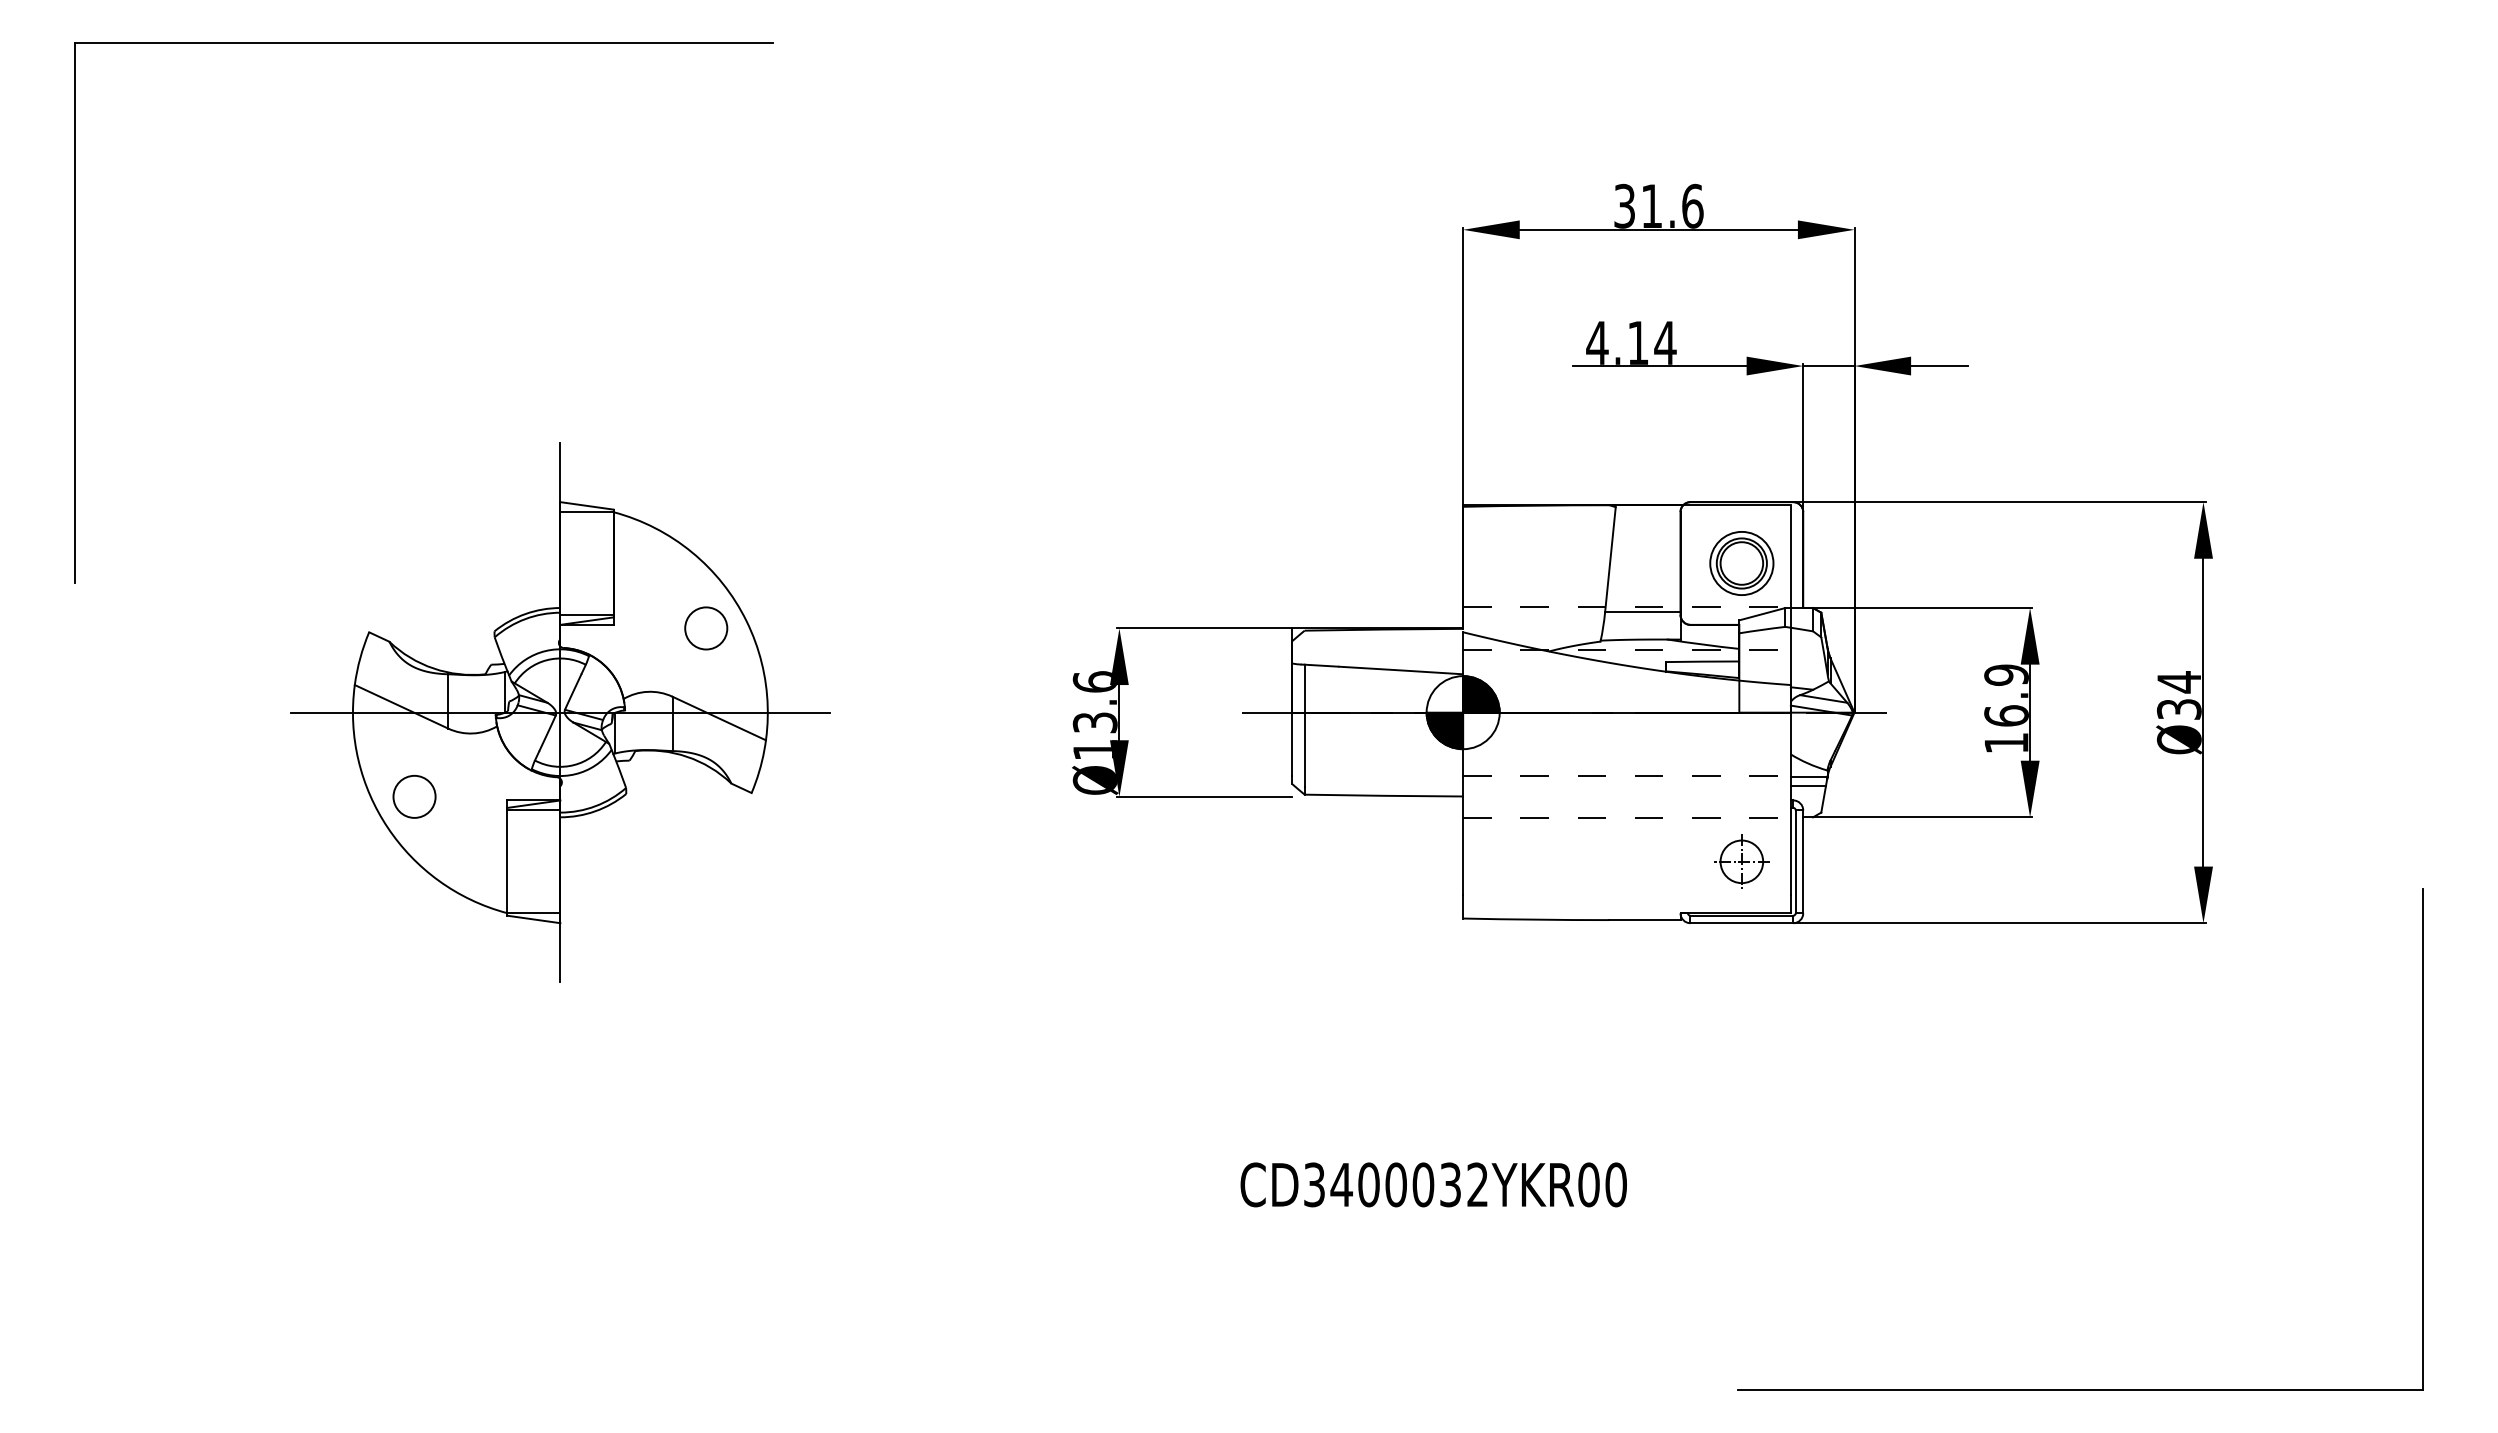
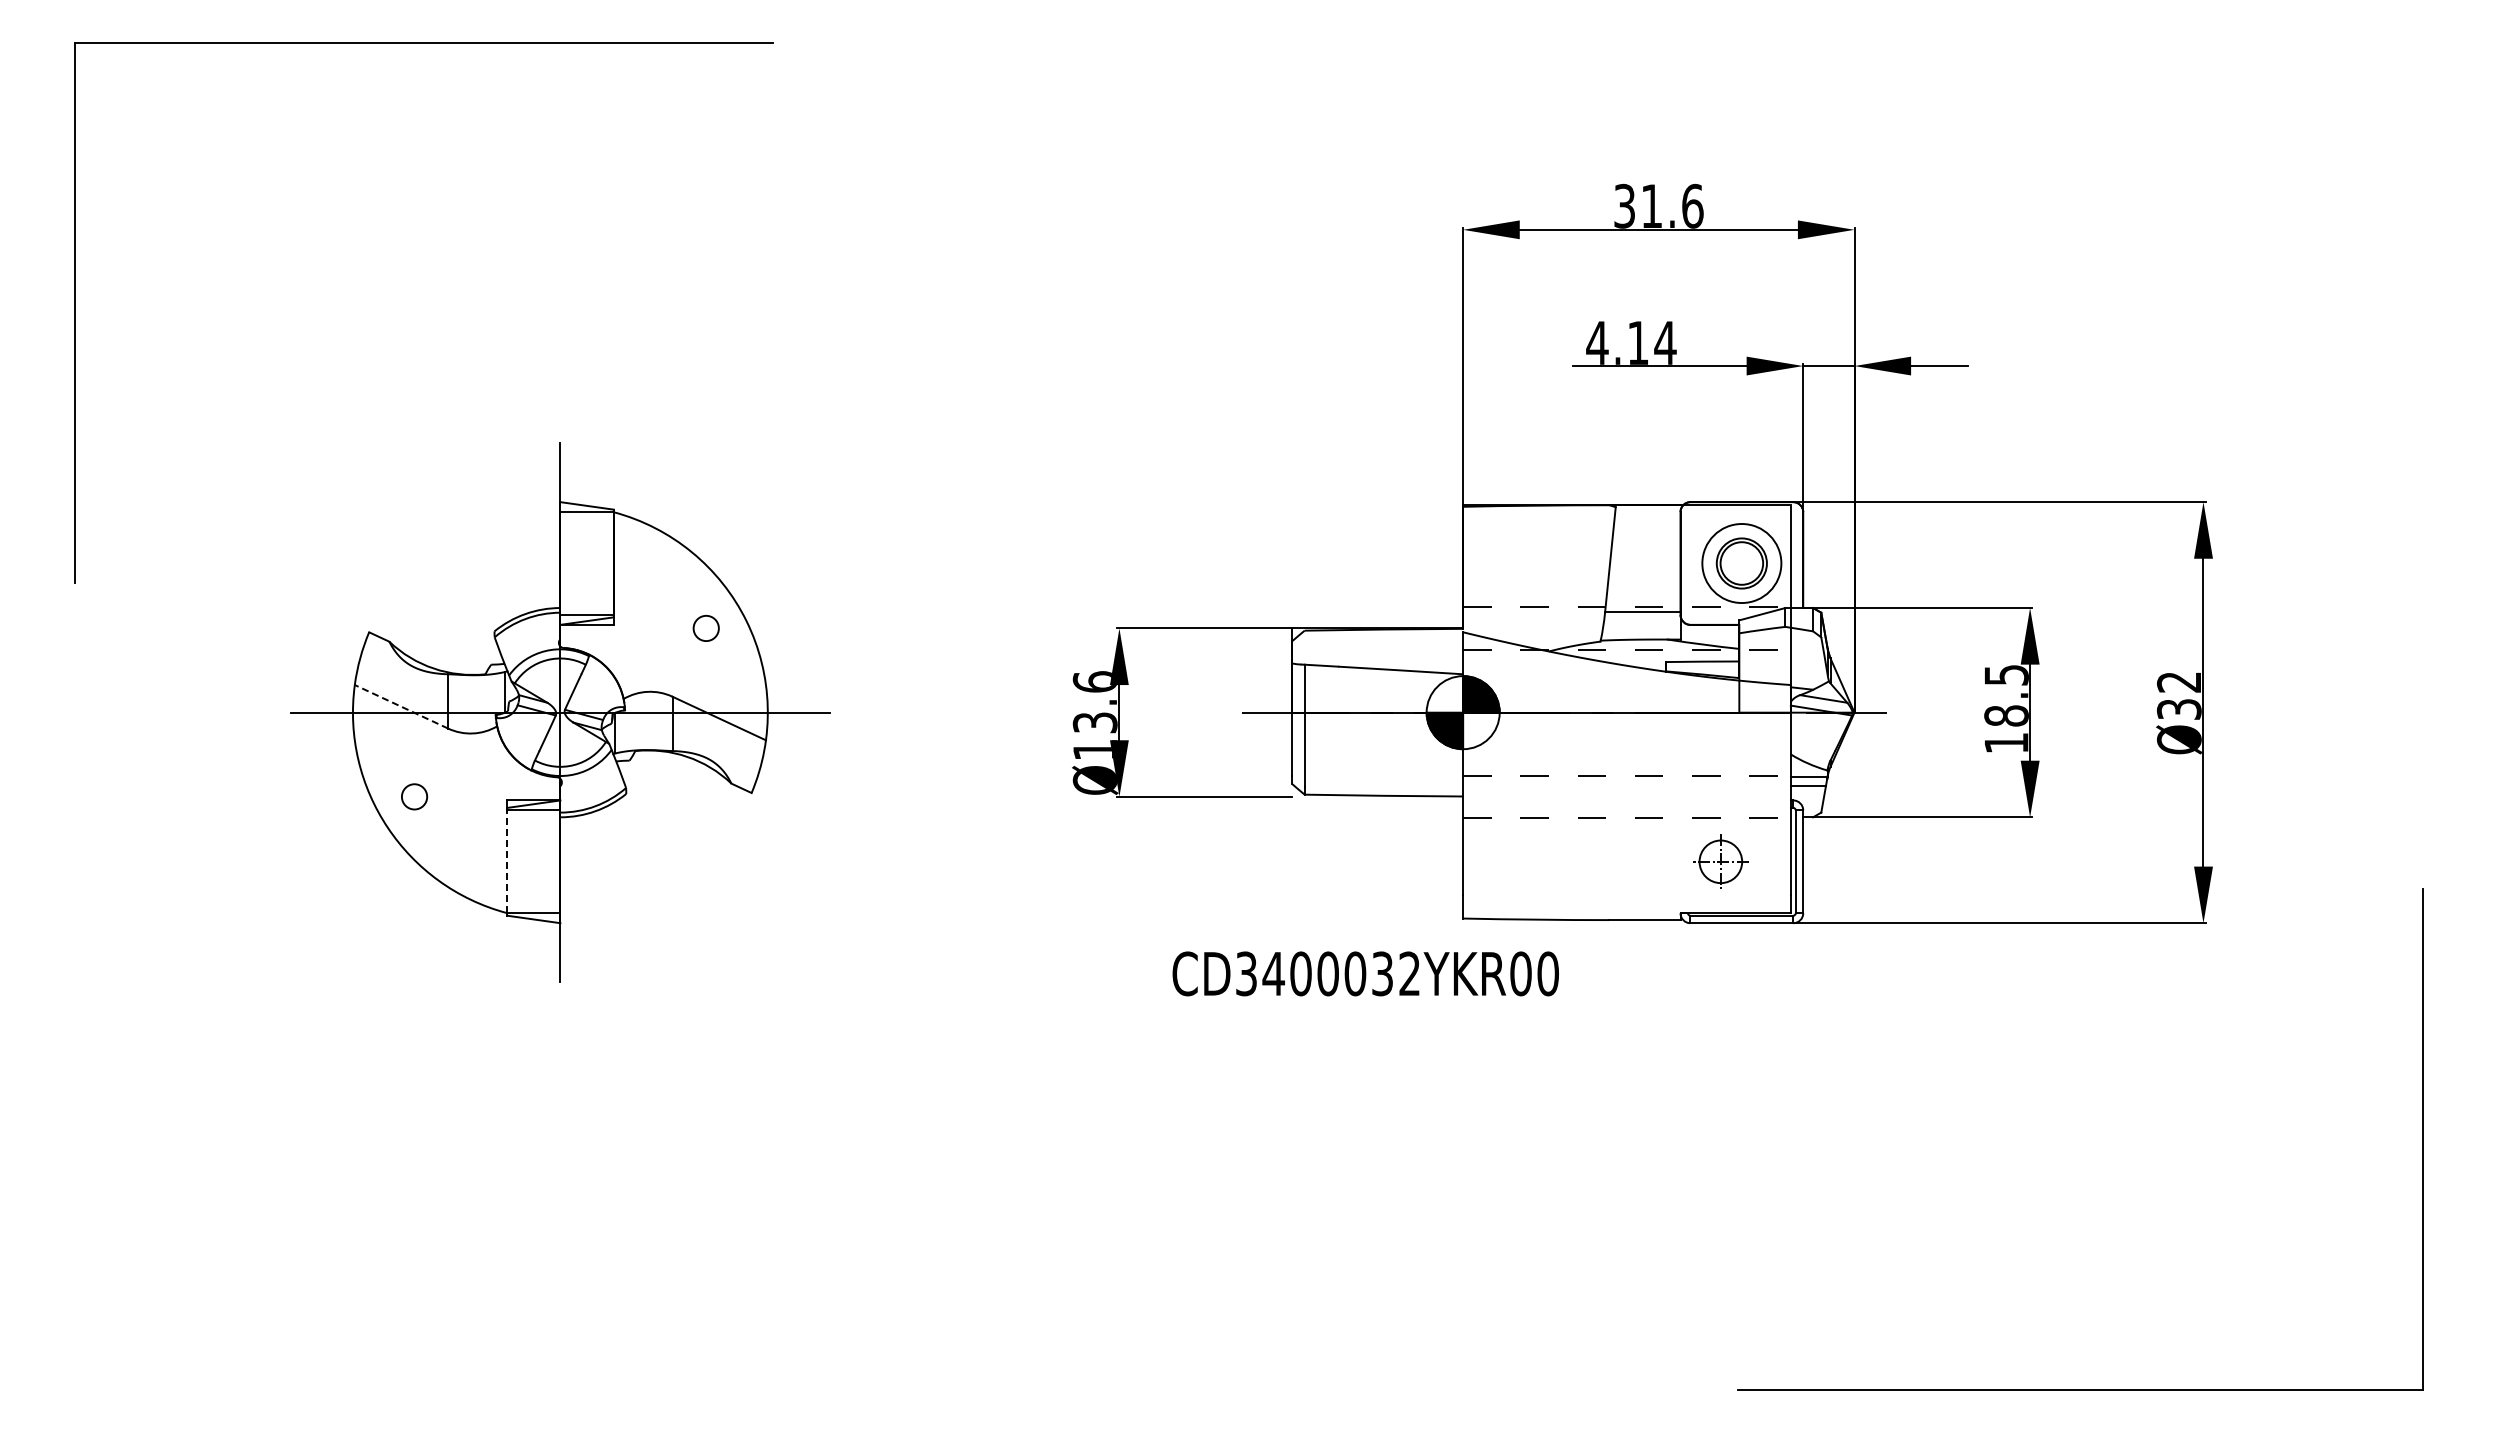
circle at (1741, 563) diameter: 63 px -> 79 px
circle at (706, 628) diameter: 42 px -> 25 px
text at (2178, 682): Ø34 -> Ø32
text at (2006, 695): 16.9 -> 18.5
line at (401, 706): solid -> dashed
circle at (414, 796) diameter: 42 px -> 25 px
line at (507, 861): solid -> dashed
part at (1741, 861) position: (1741, 861) -> (1720, 861)
text at (1433, 1184) position: (1433, 1184) -> (1365, 973)
